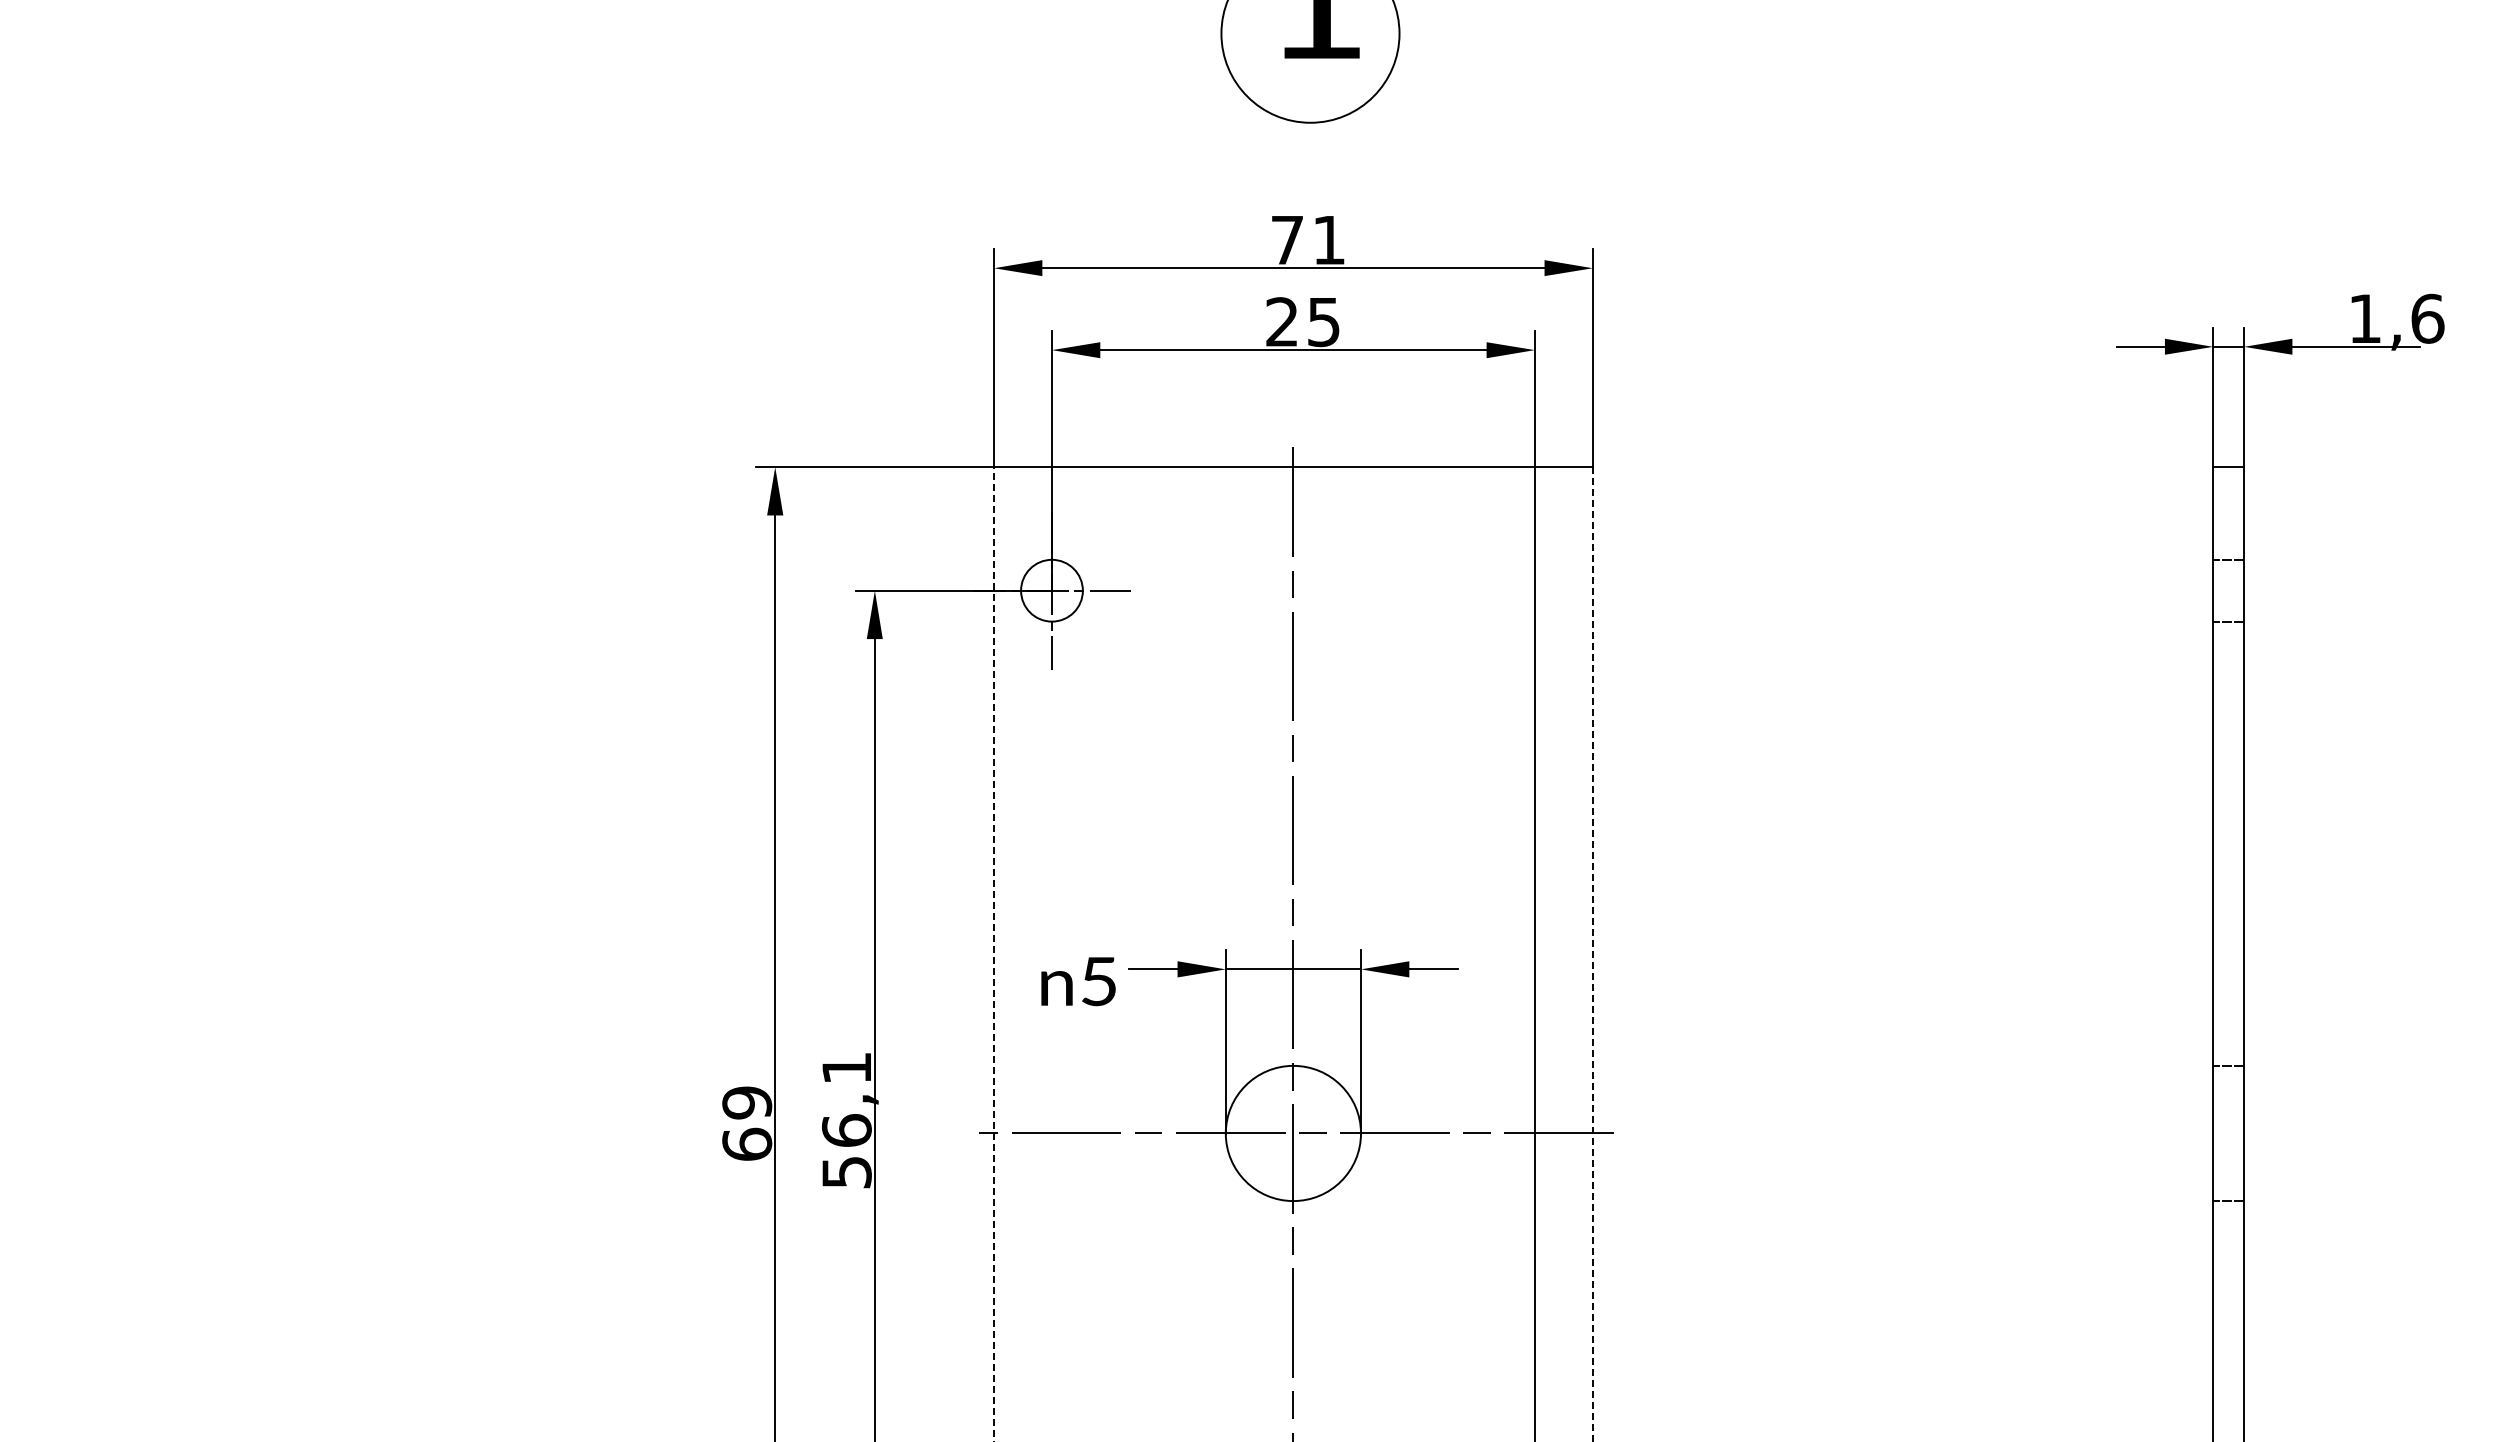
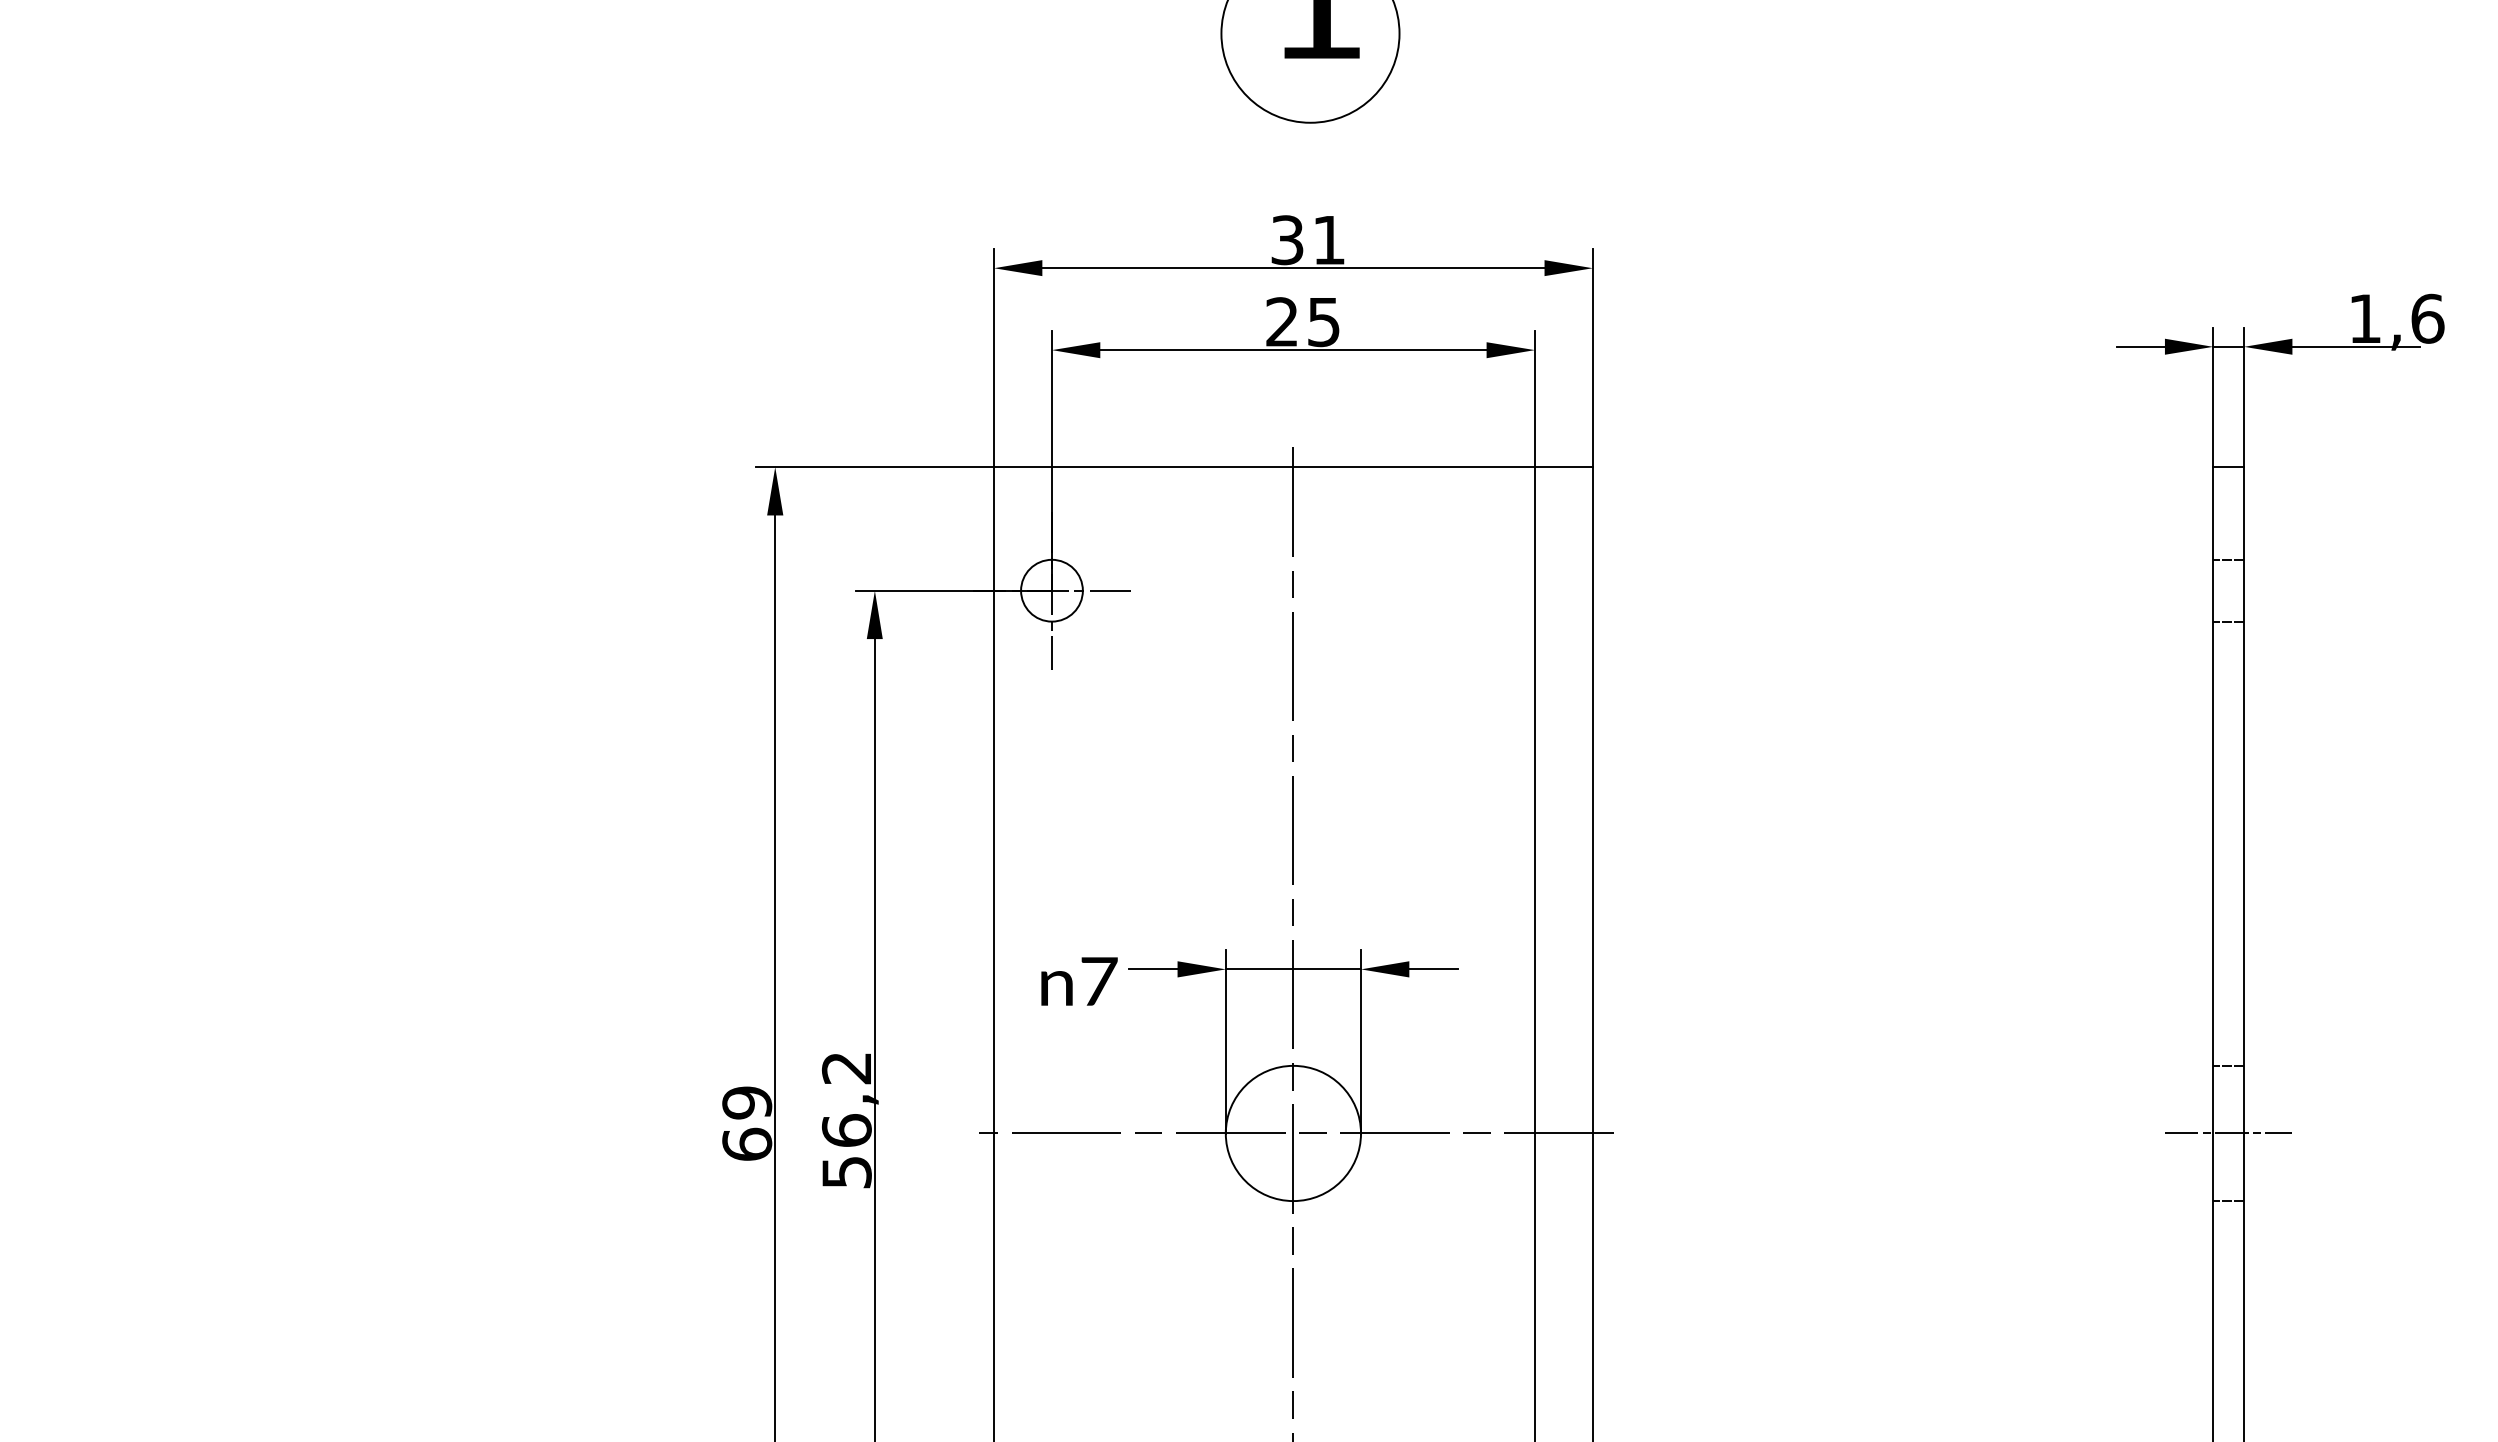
text at (1287, 240): 71 -> 31
line at (994, 954): dashed -> solid
line at (1592, 955): dashed -> solid
text at (1099, 981): 5 -> 7
text at (845, 1068): 56,1 -> 56,2
line at (2228, 1133): none -> present
